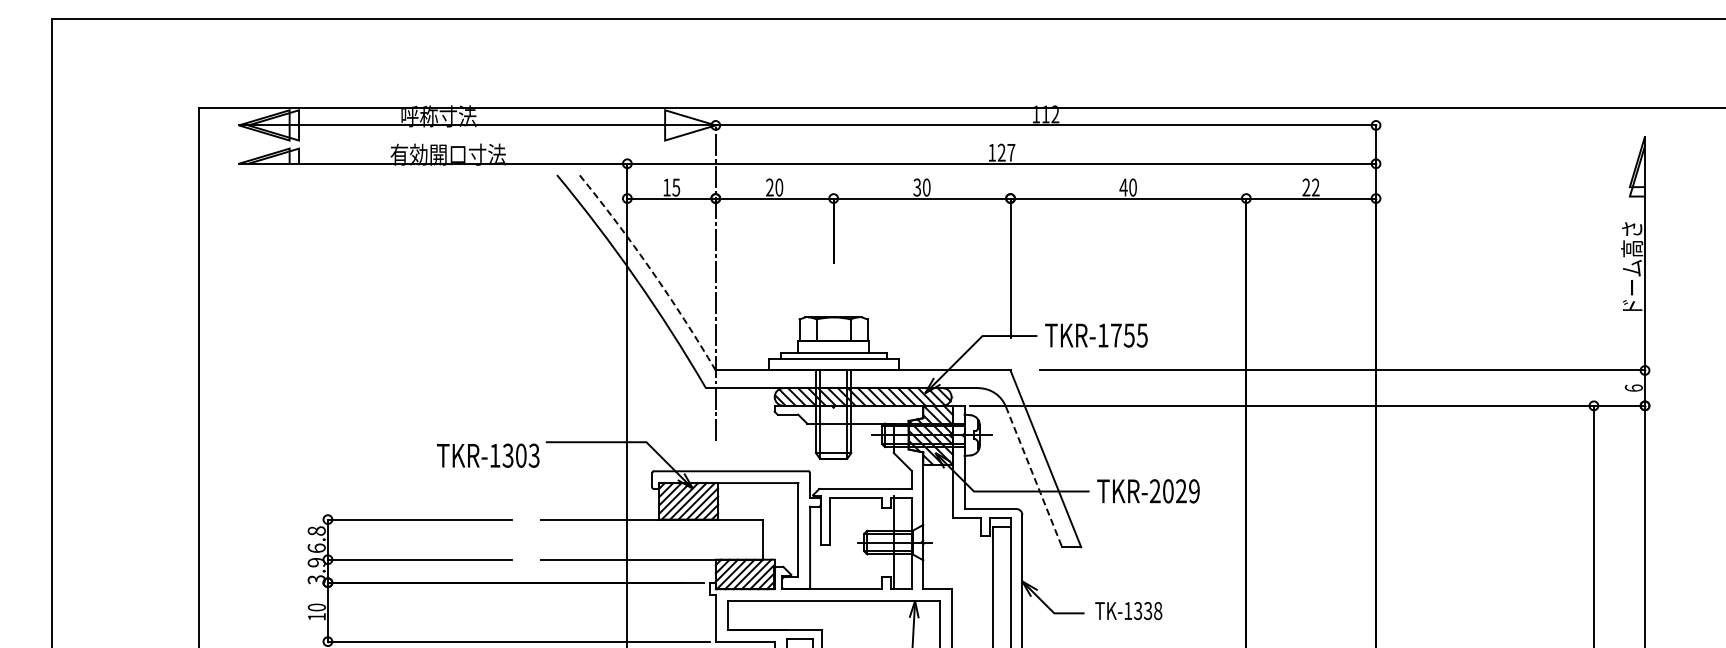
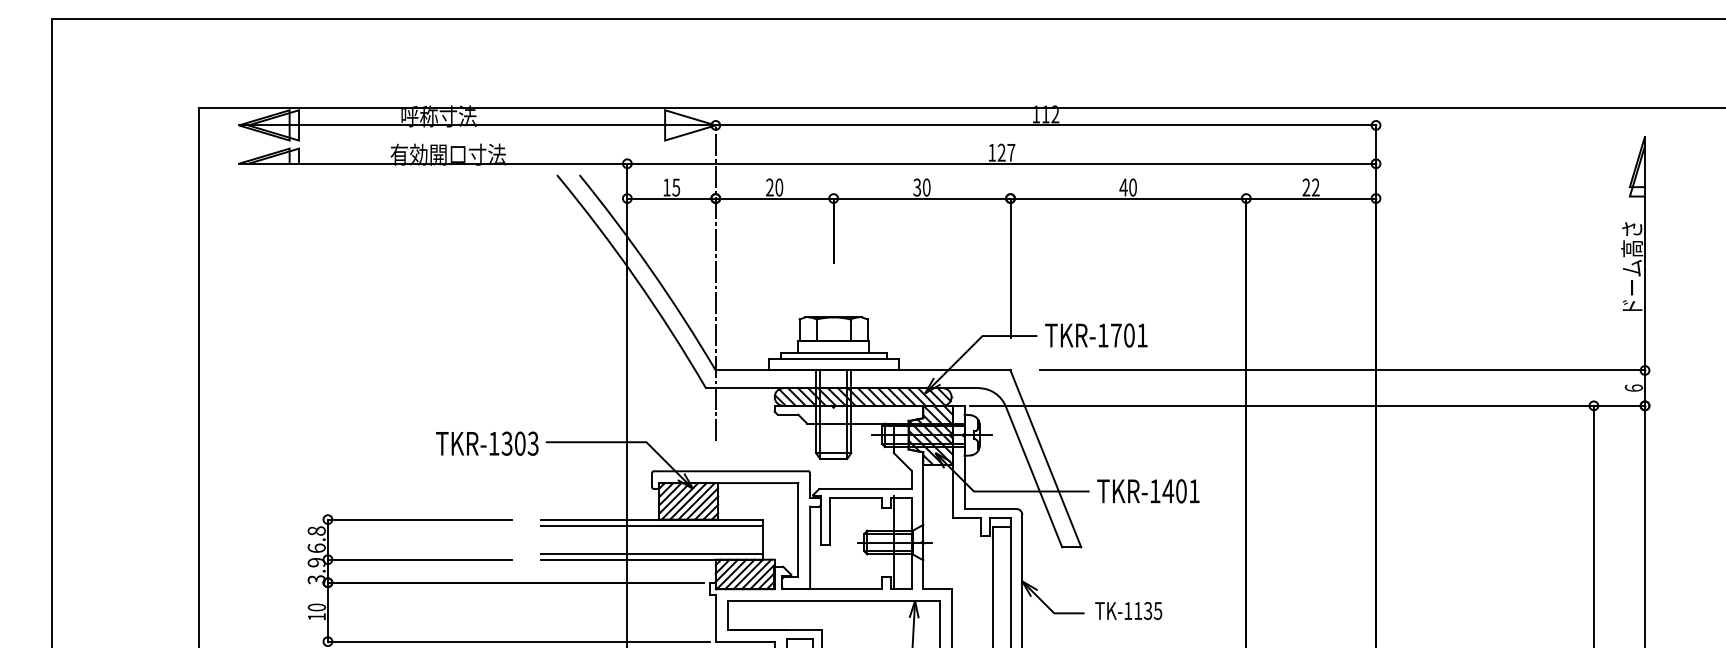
arc at (651, 270): dashed -> solid
text at (1135, 335): TKR-1755 -> TKR-1701
text at (488, 455) position: (488, 455) -> (487, 443)
line at (1034, 477): dashed -> solid
text at (1174, 491): TKR-2029 -> TKR-1401
line at (651, 525): none -> present
line at (651, 553): none -> present
text at (1148, 611): TK-1338 -> TK-1135
